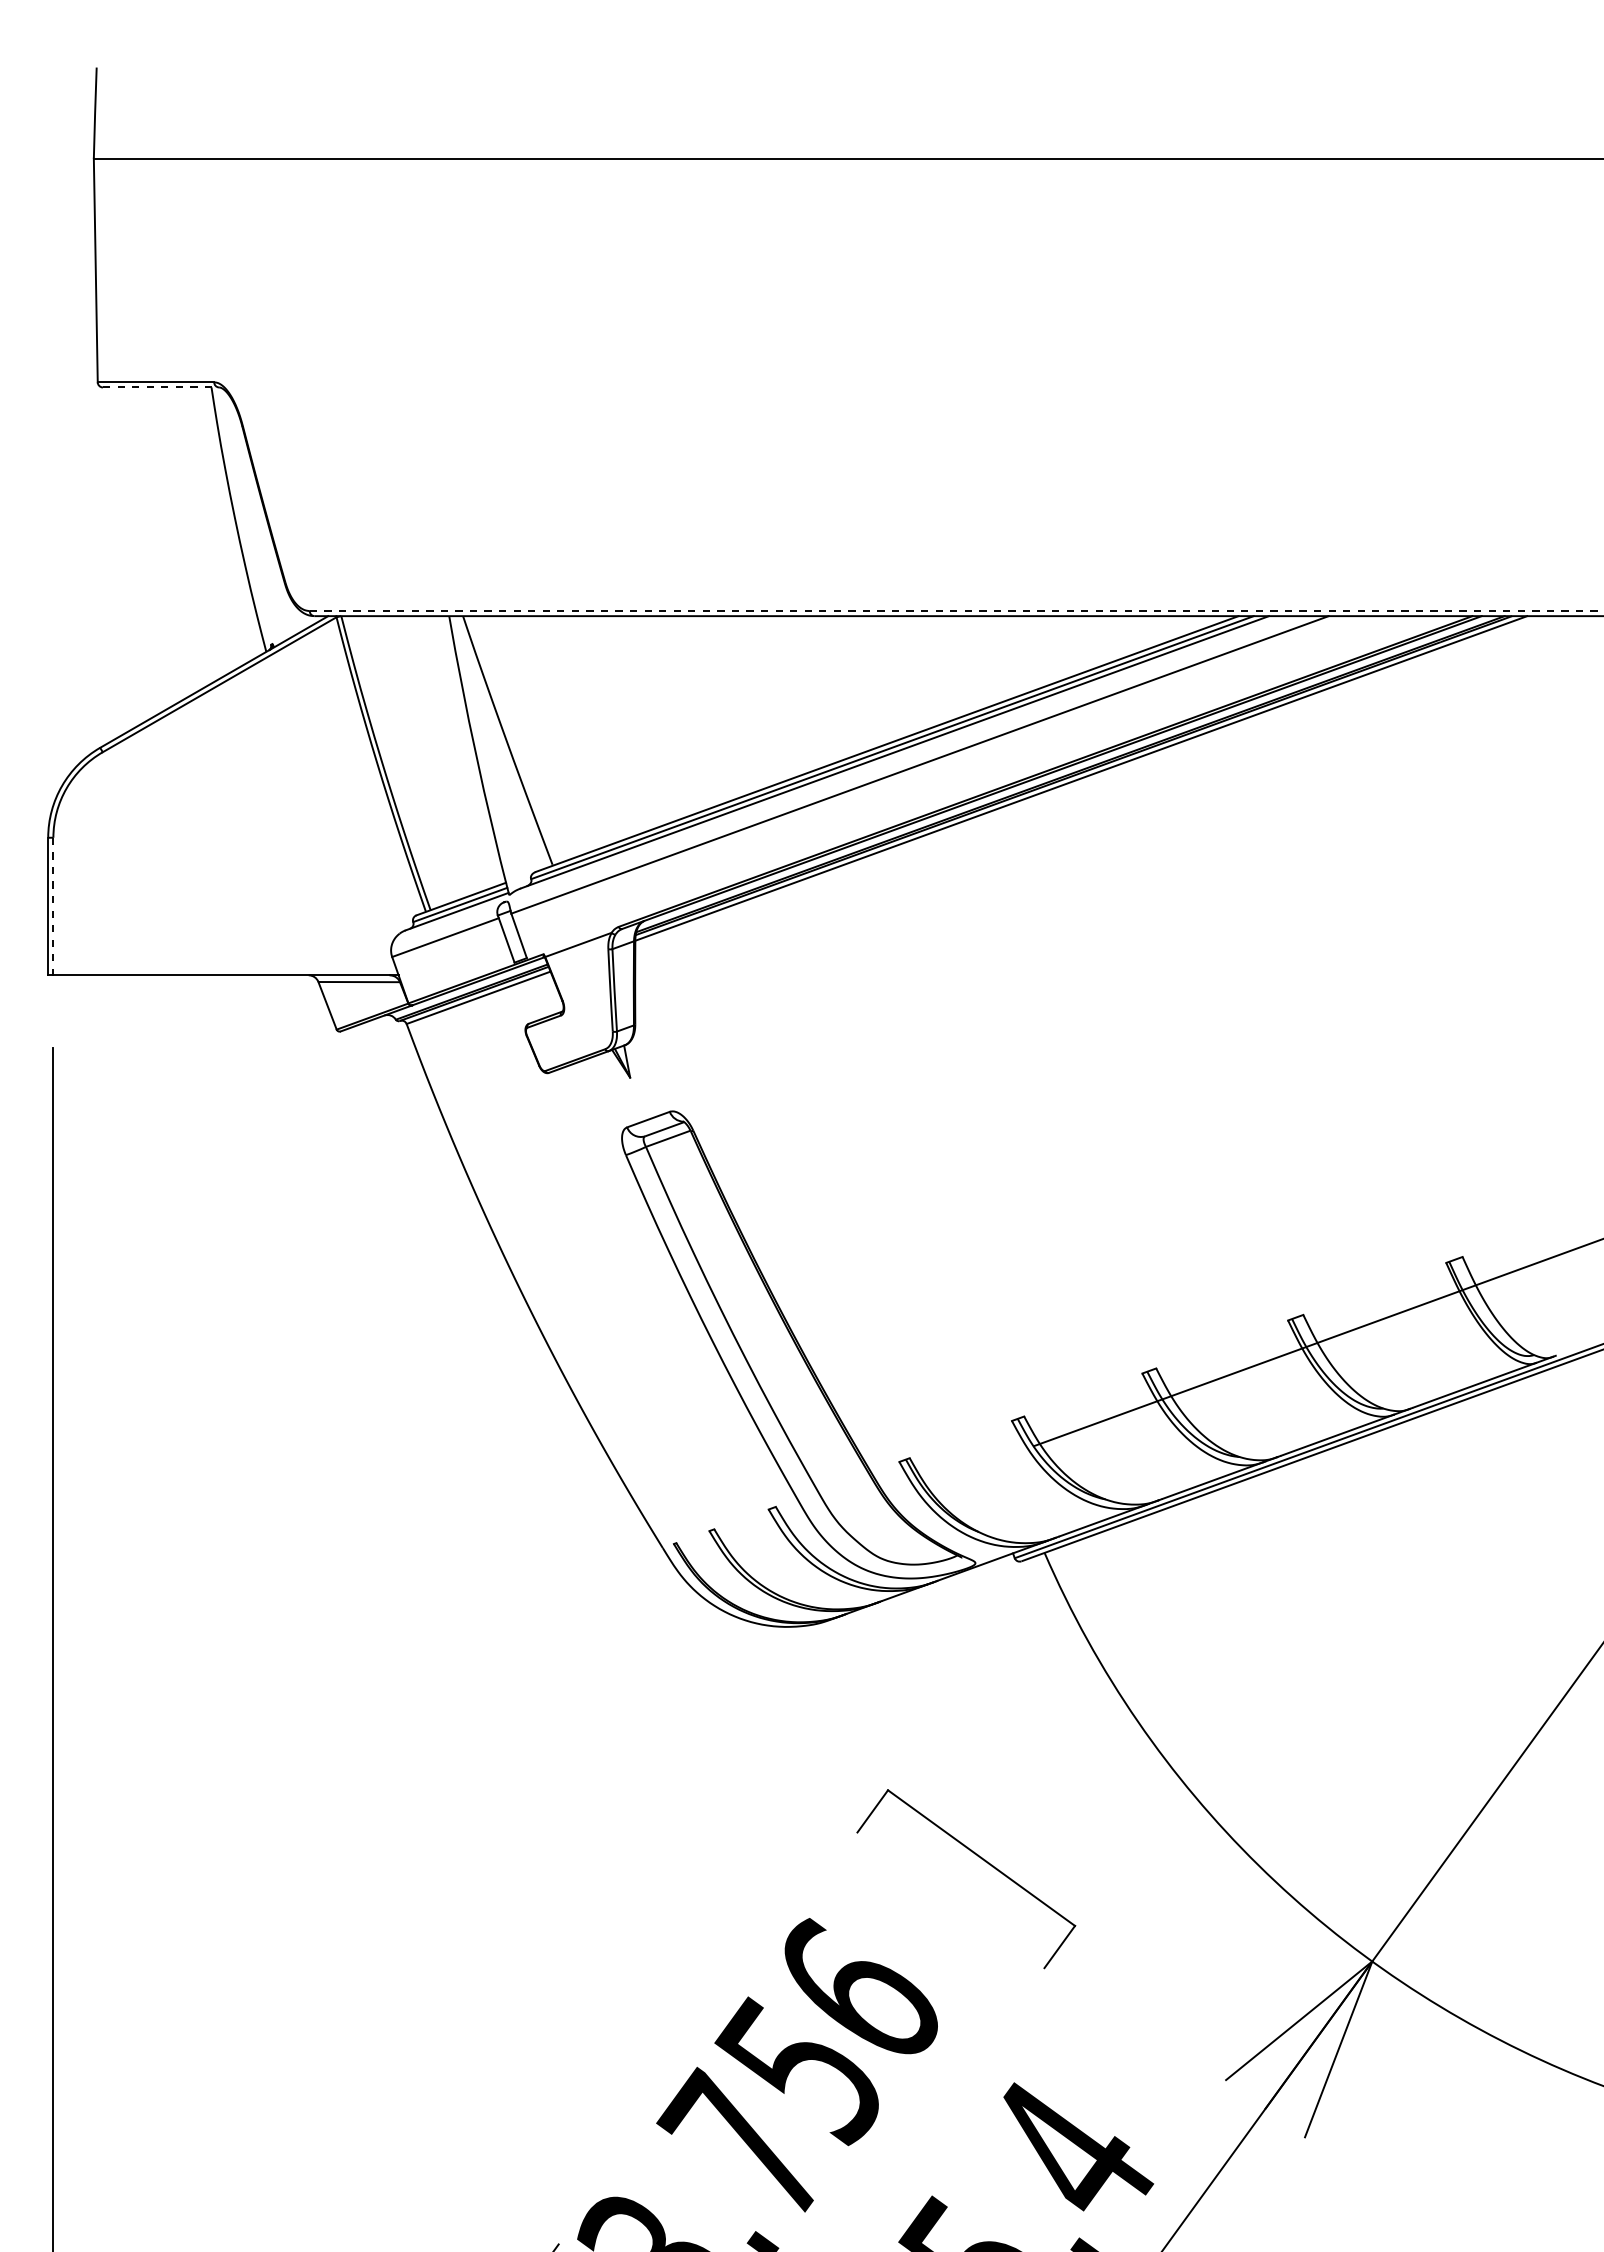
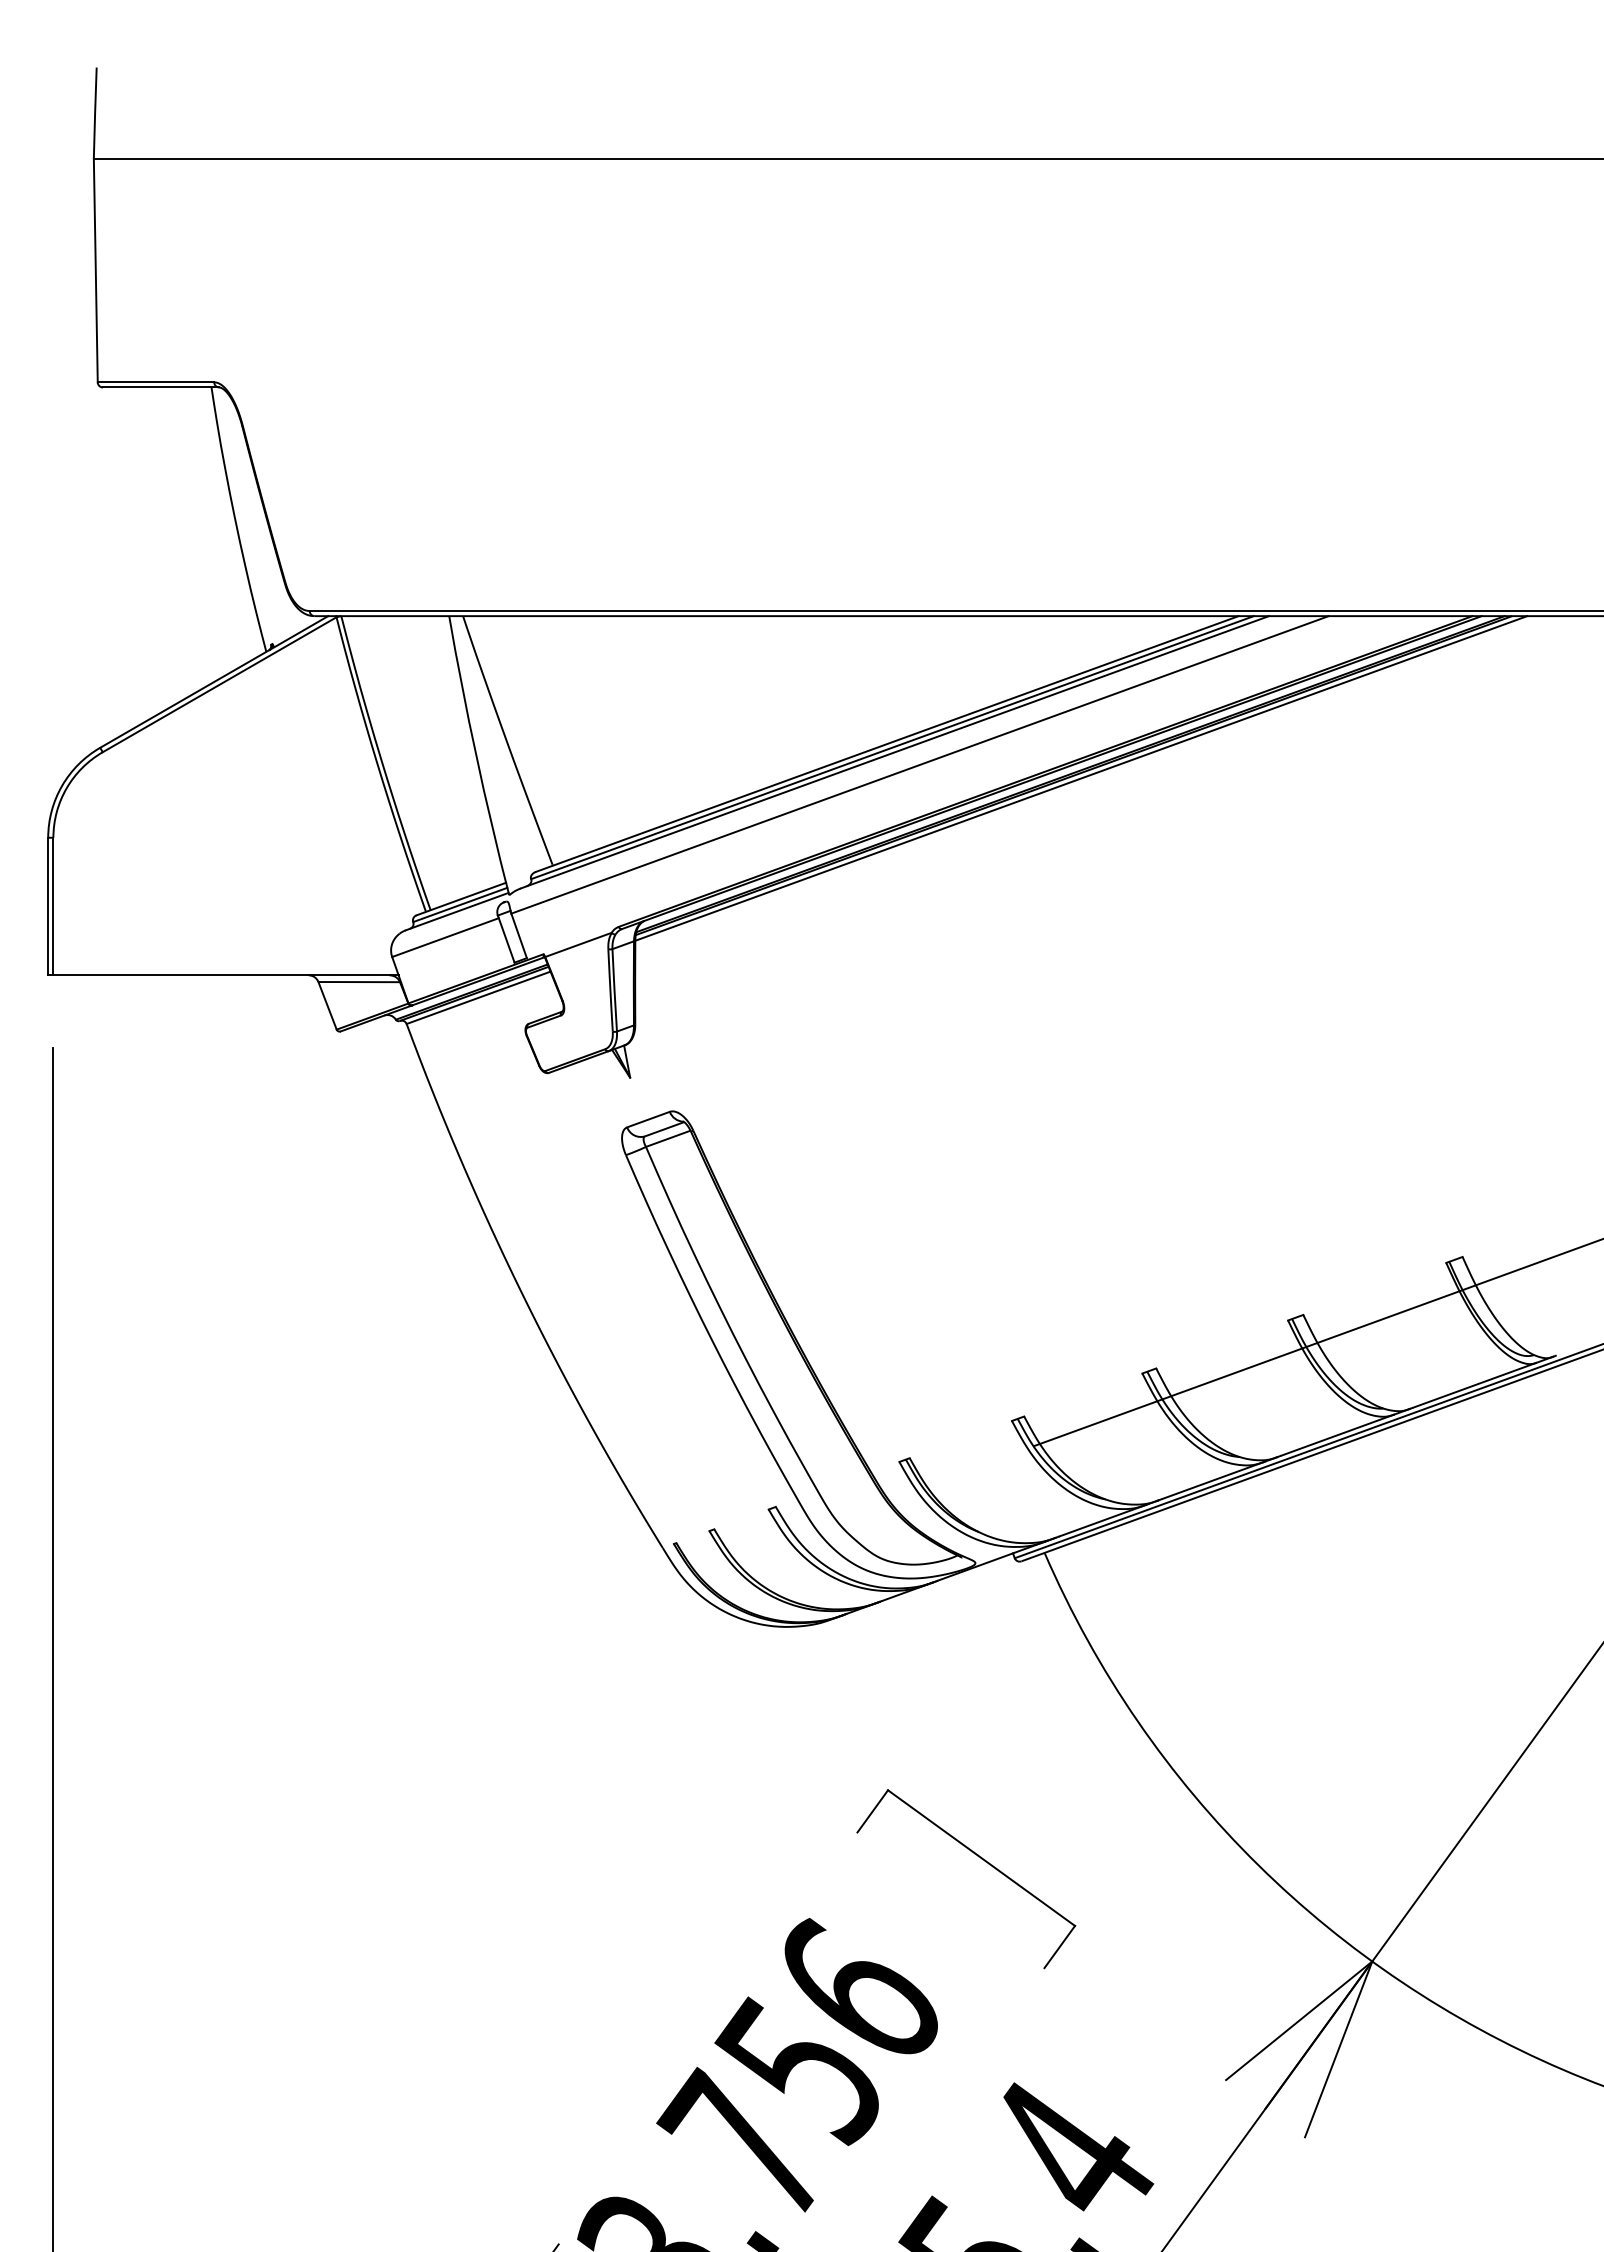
line at (161, 387): dashed -> solid
line at (956, 611): dashed -> solid
line at (53, 906): dashed -> solid
